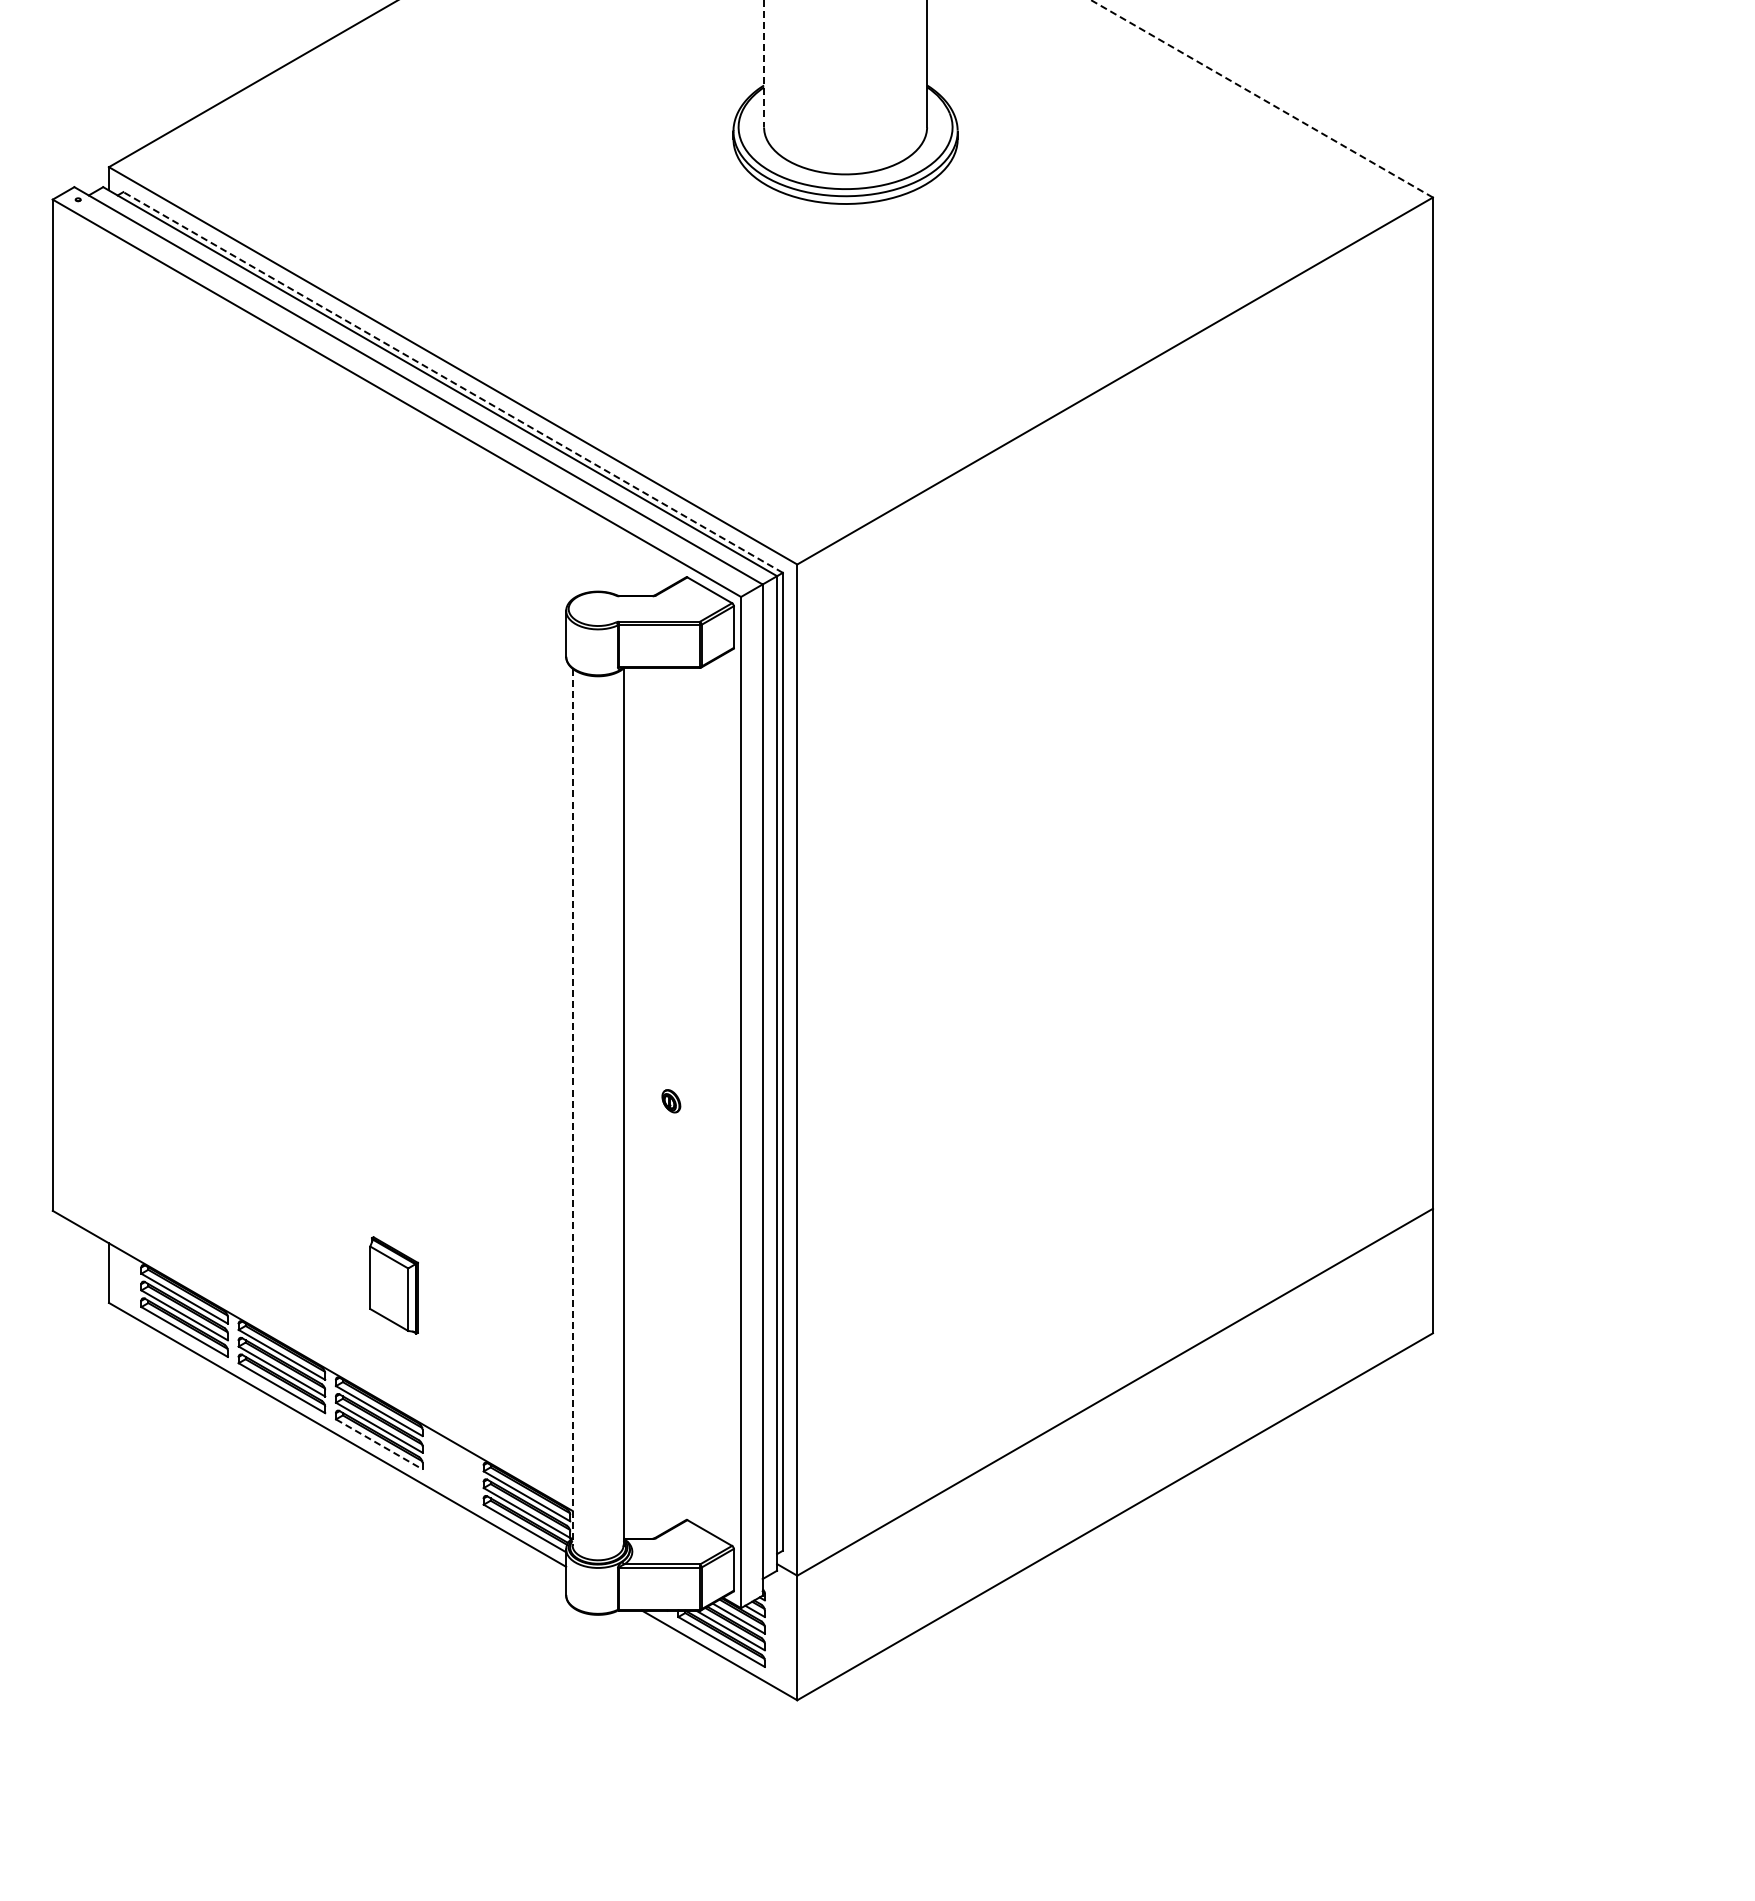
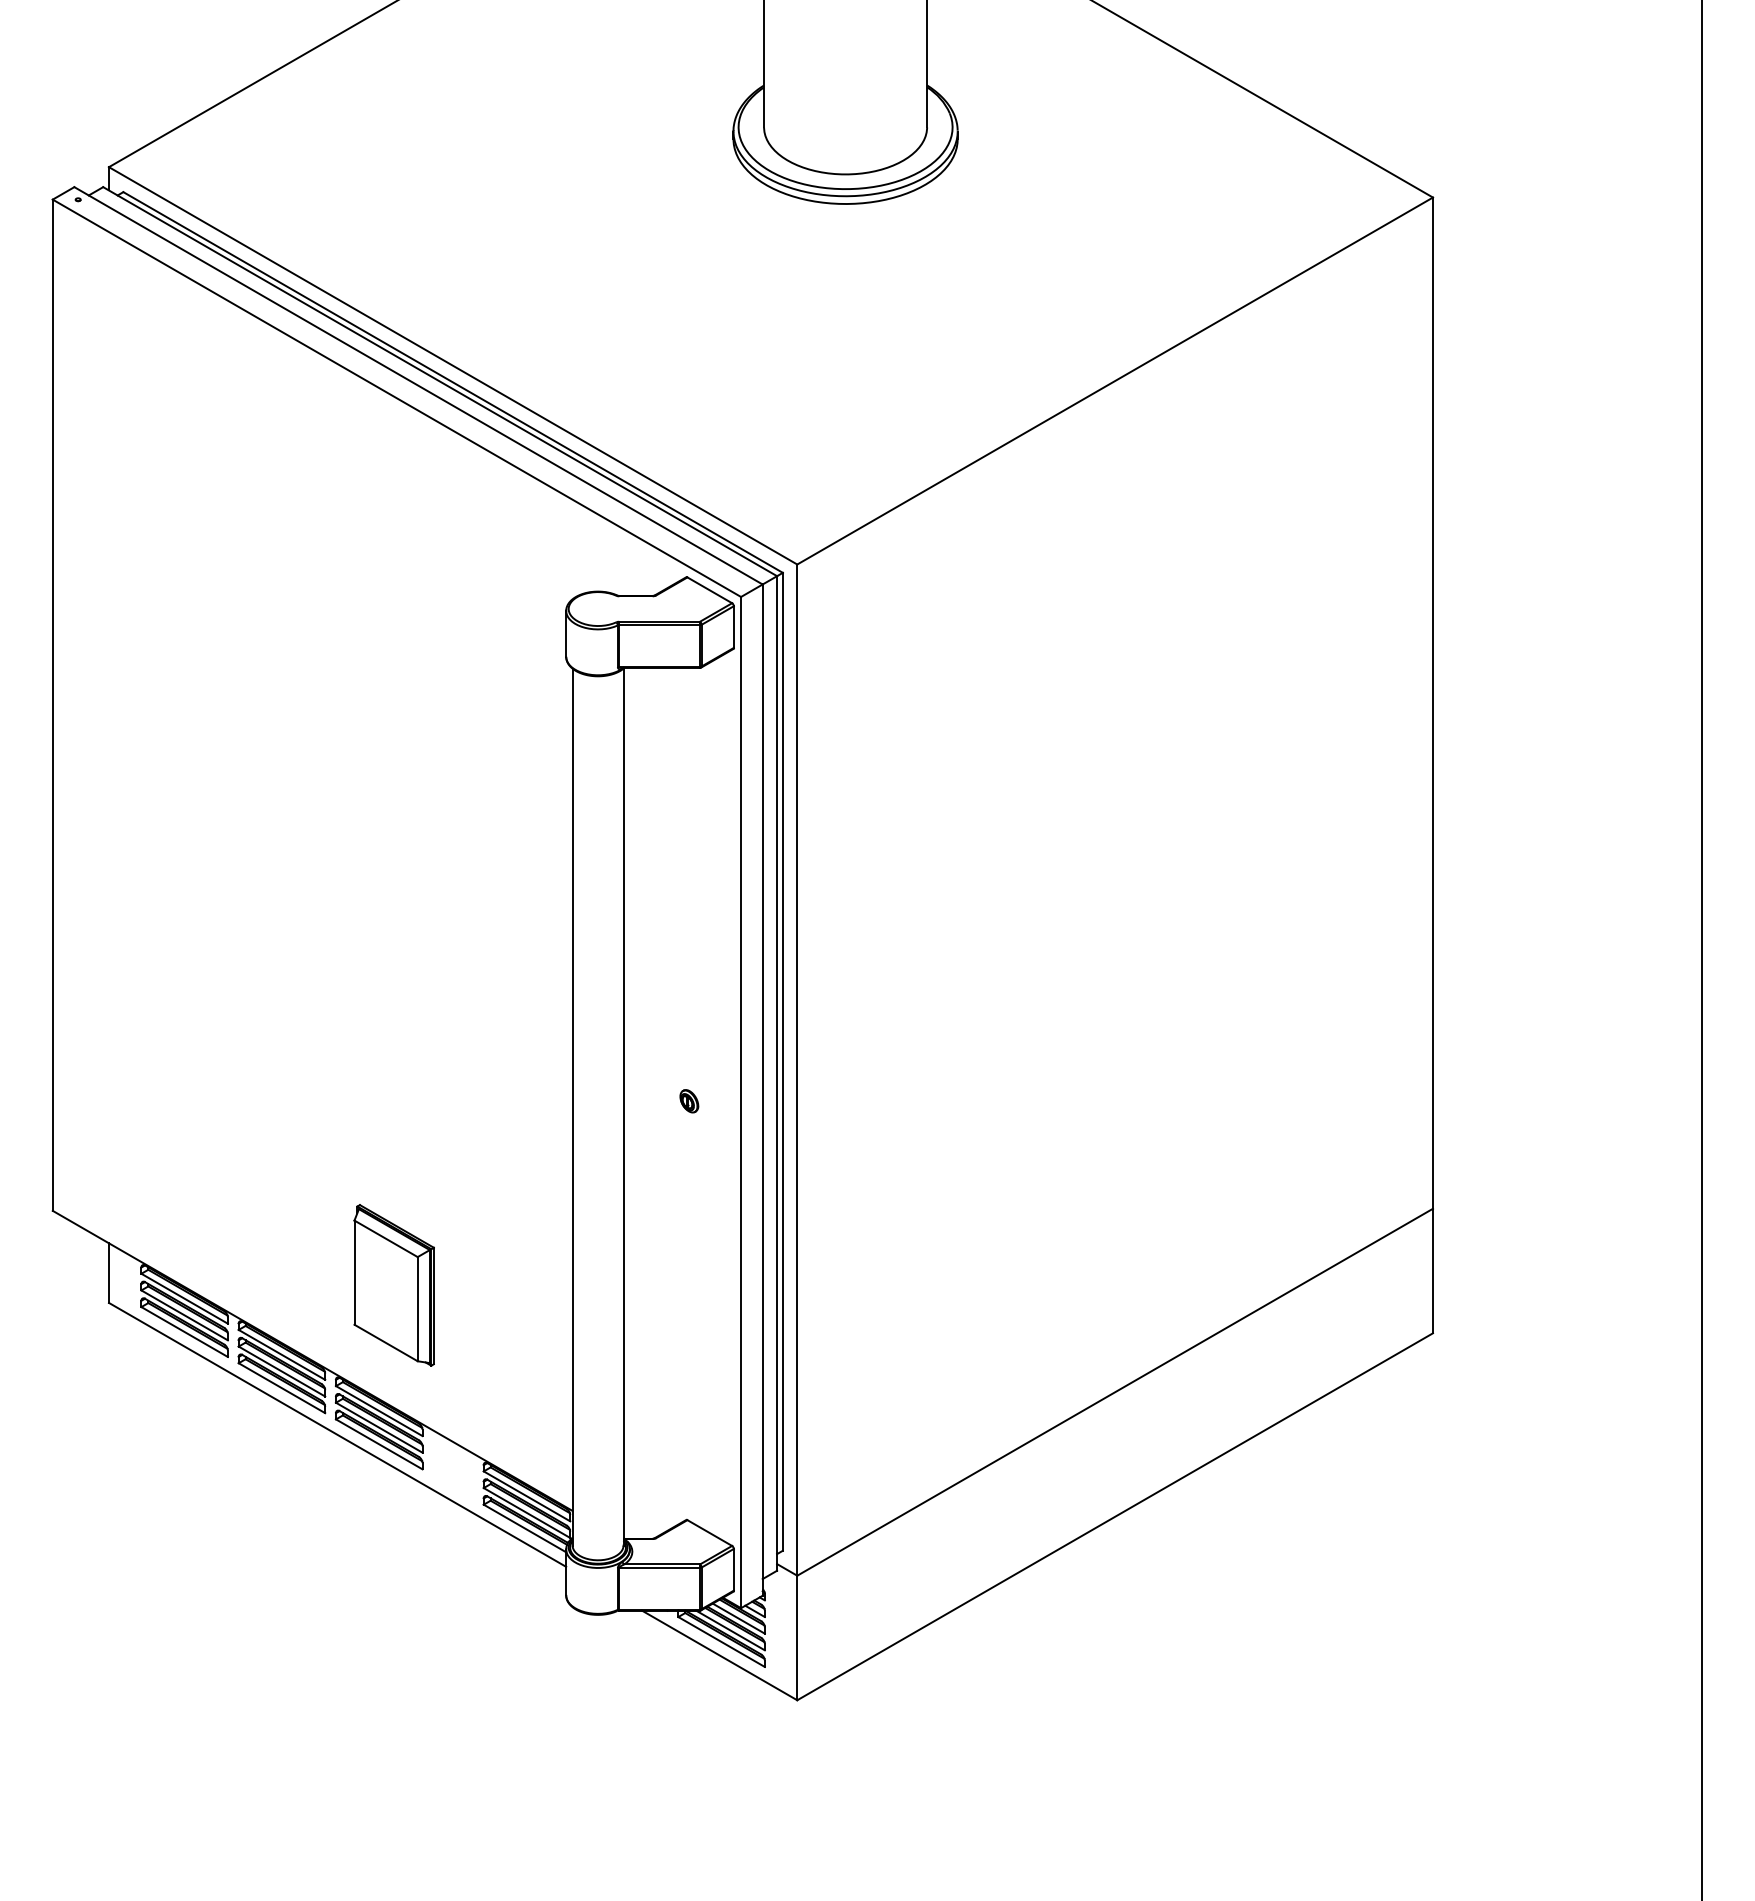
line at (764, 64): dashed -> solid
line at (1261, 98): dashed -> solid
line at (453, 382): dashed -> solid
line at (1702, 949): none -> present
part at (671, 1101) position: (671, 1101) -> (689, 1101)
line at (572, 1107): dashed -> solid
part at (393, 1285) size: 50x99 px -> 82x163 px
line at (379, 1444): dashed -> solid
